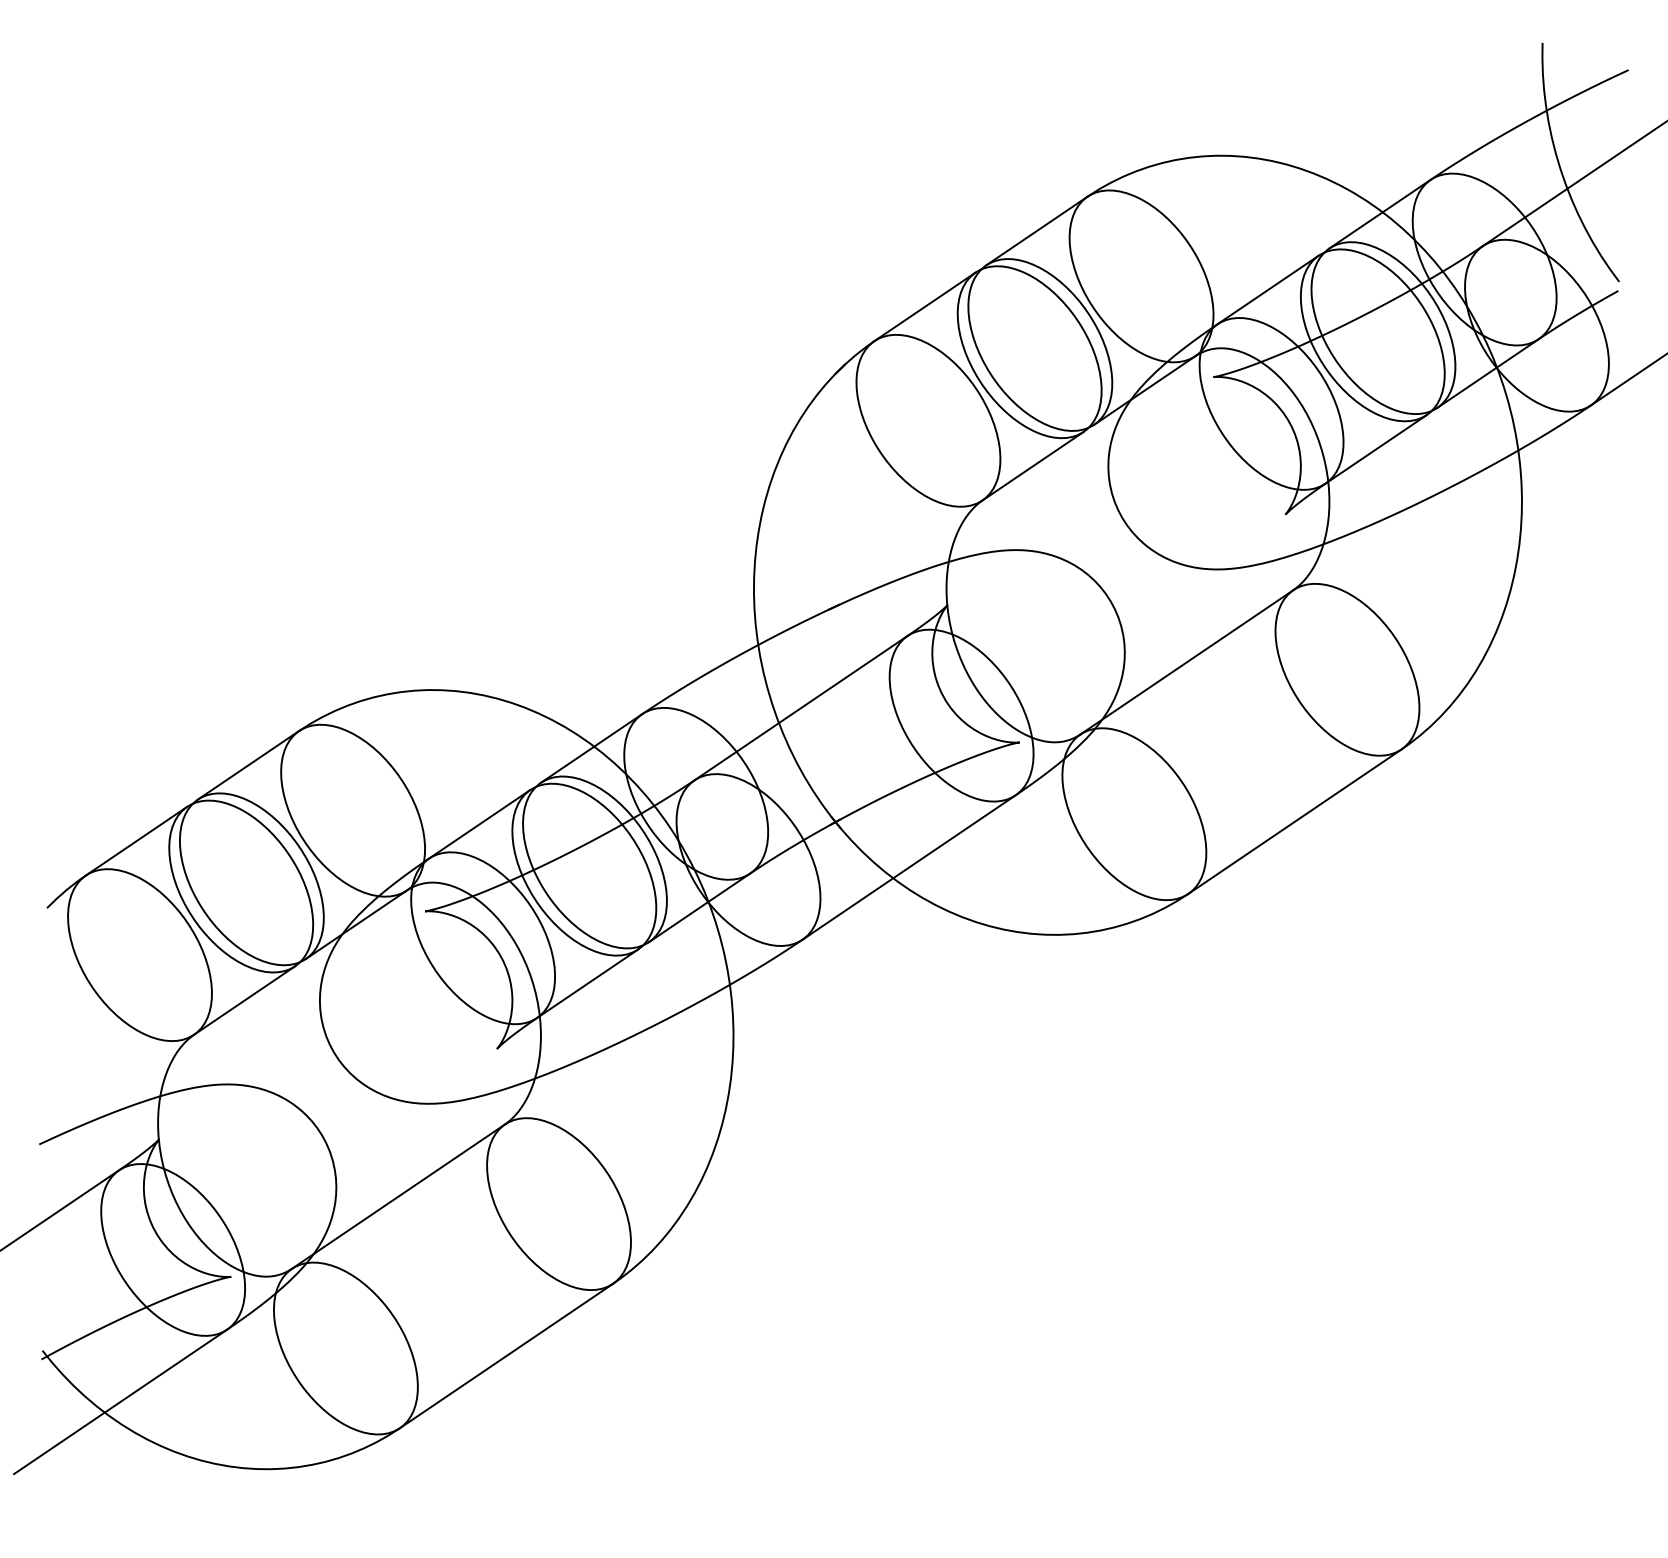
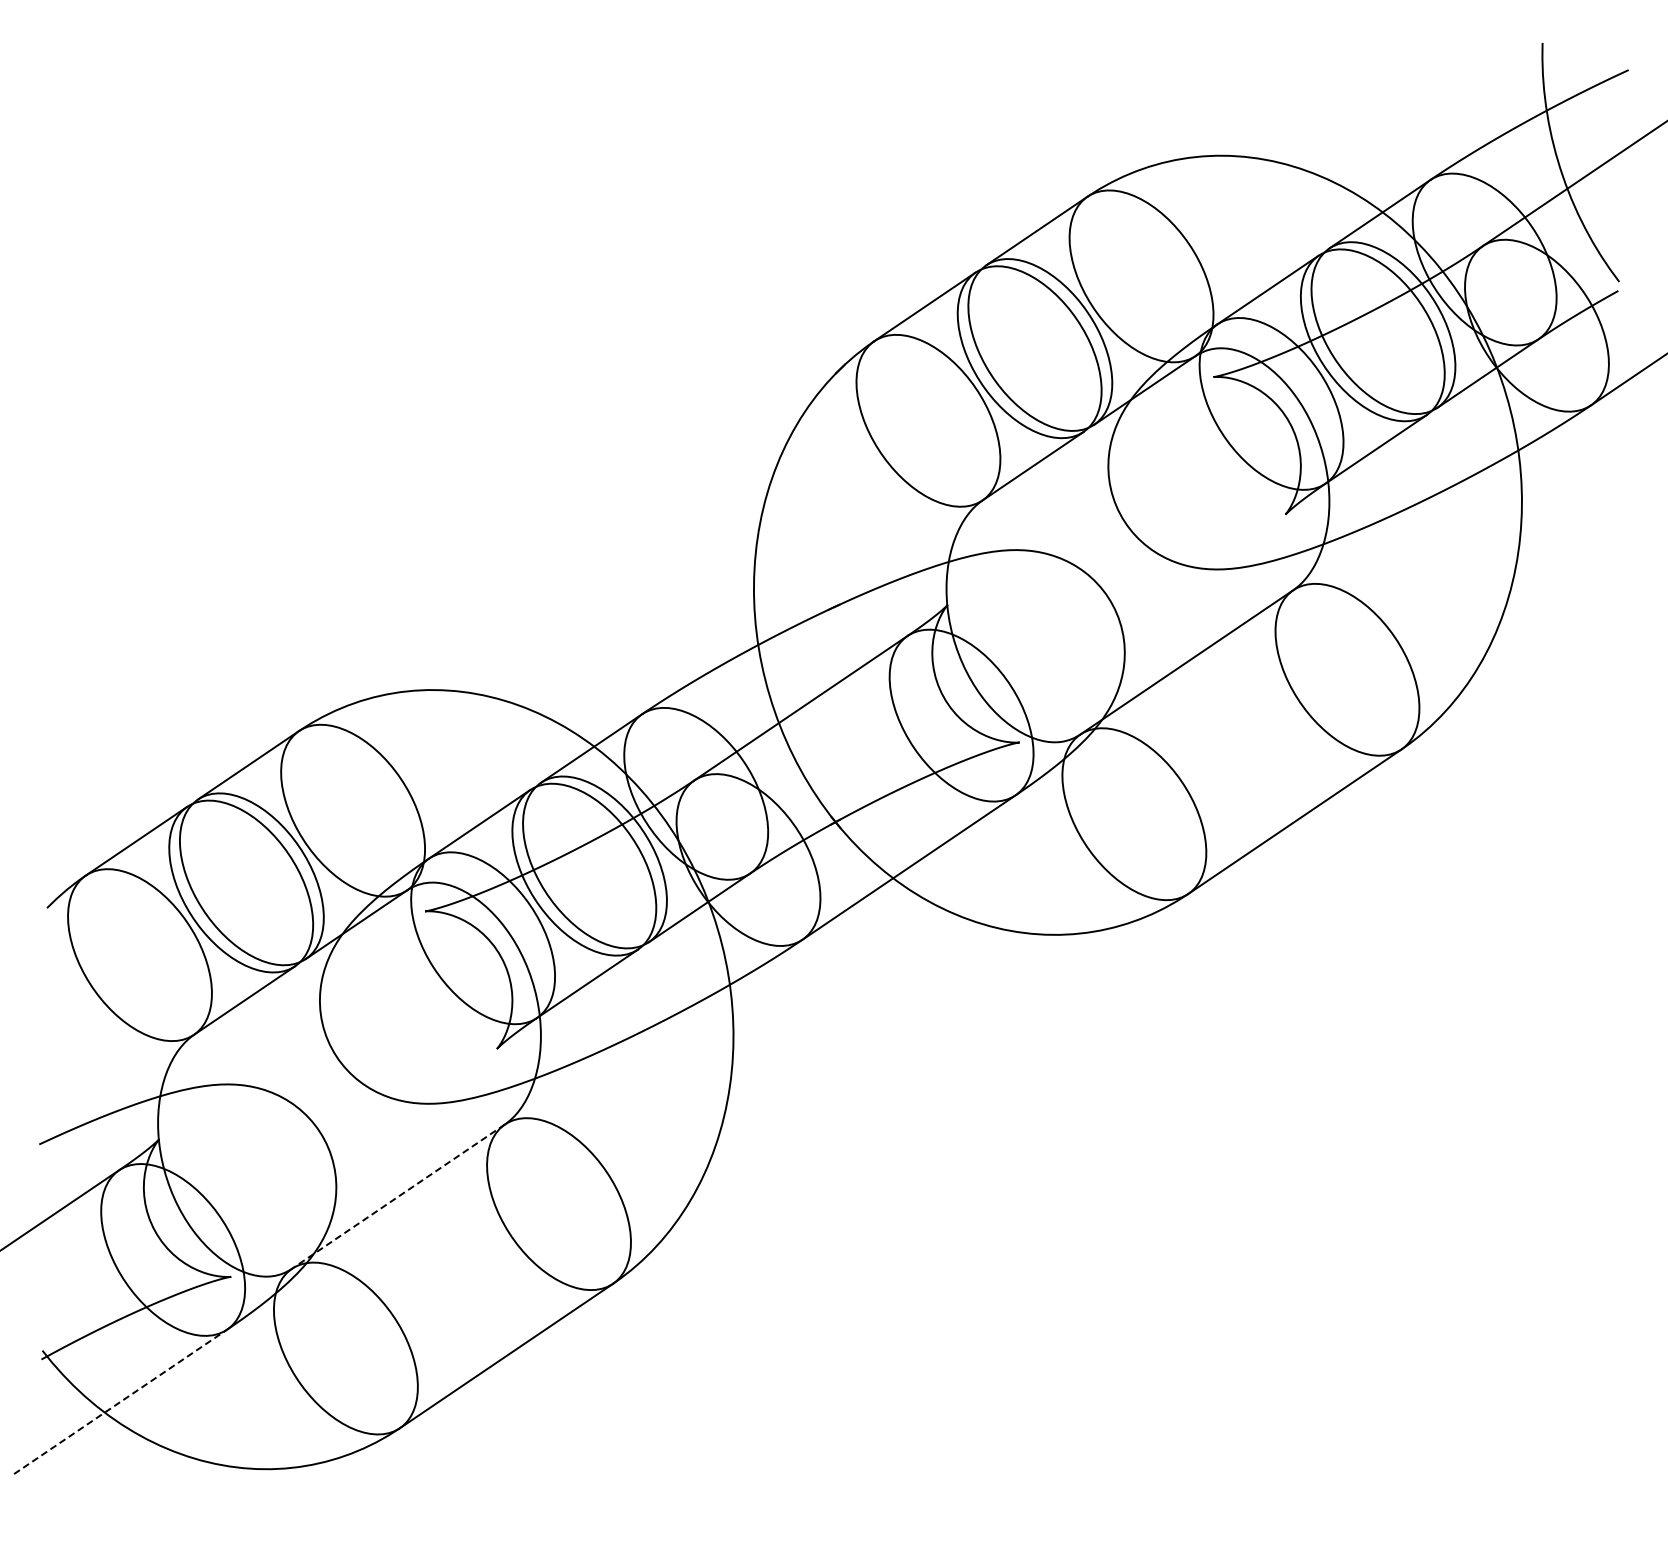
line at (398, 1196): solid -> dashed
line at (120, 1401): solid -> dashed
